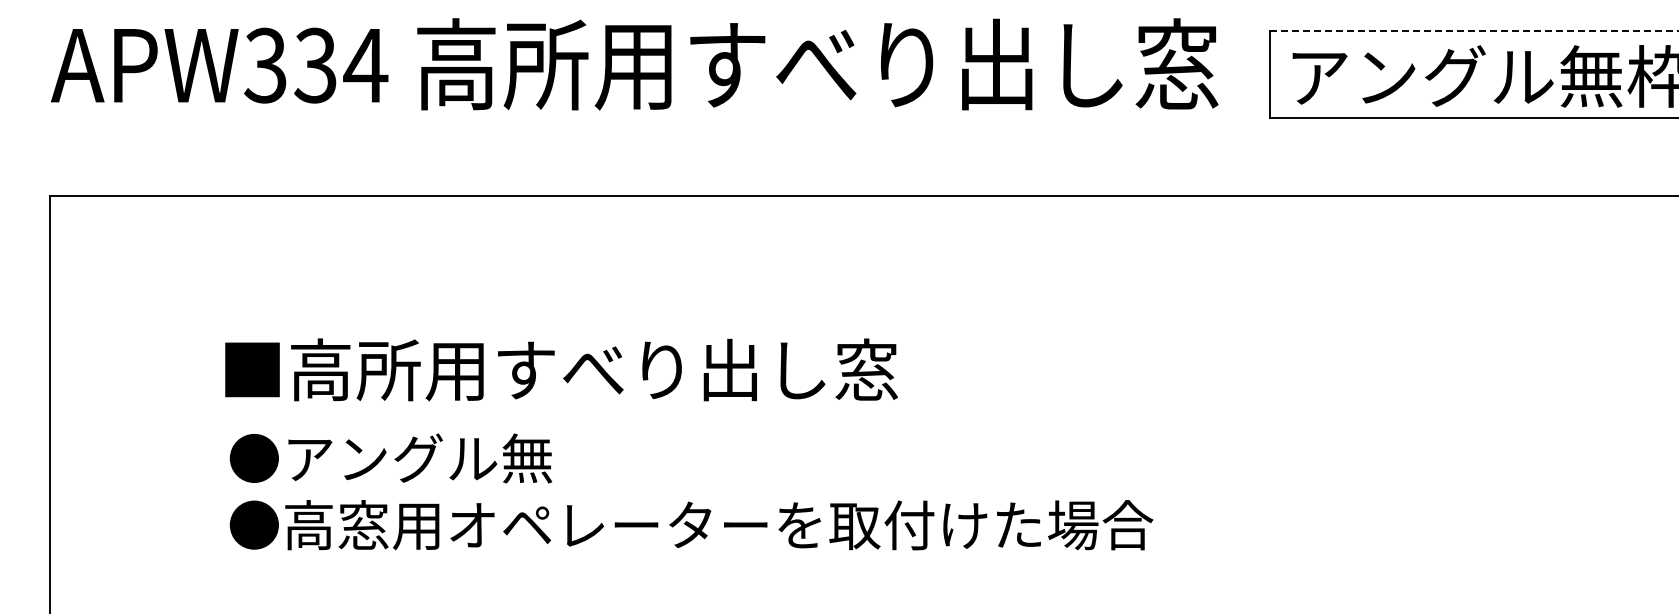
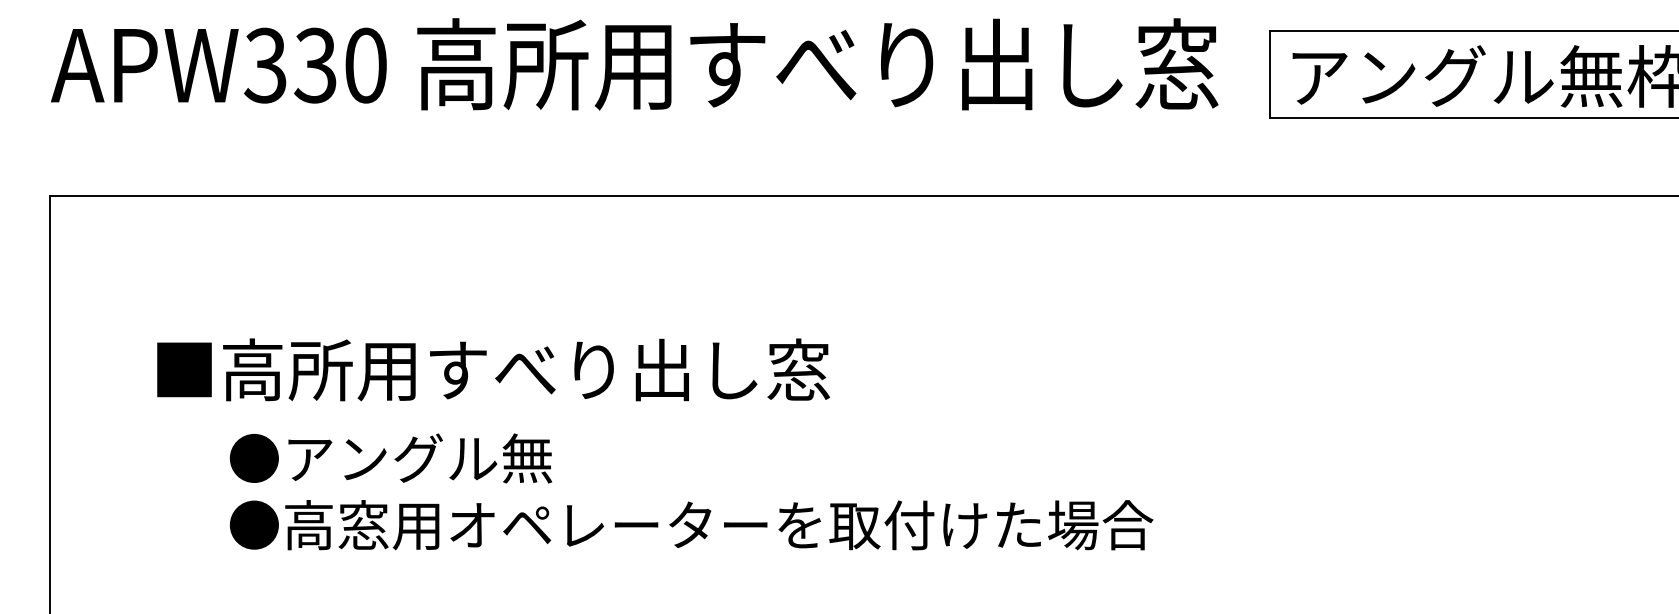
line at (1475, 31): dashed -> solid
text at (365, 65): APW334 -> APW330
text at (561, 369) position: (561, 369) -> (493, 369)
